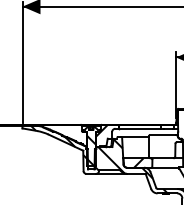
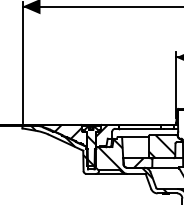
hatch at (70, 135): none -> present
hatch at (162, 146): none -> present
